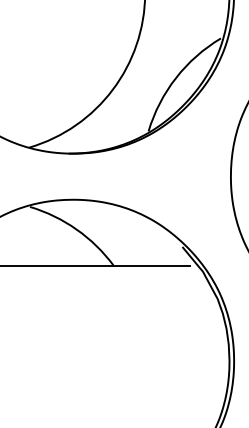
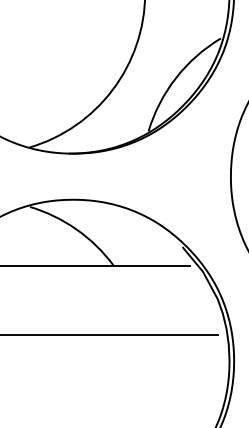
line at (110, 334): none -> present
